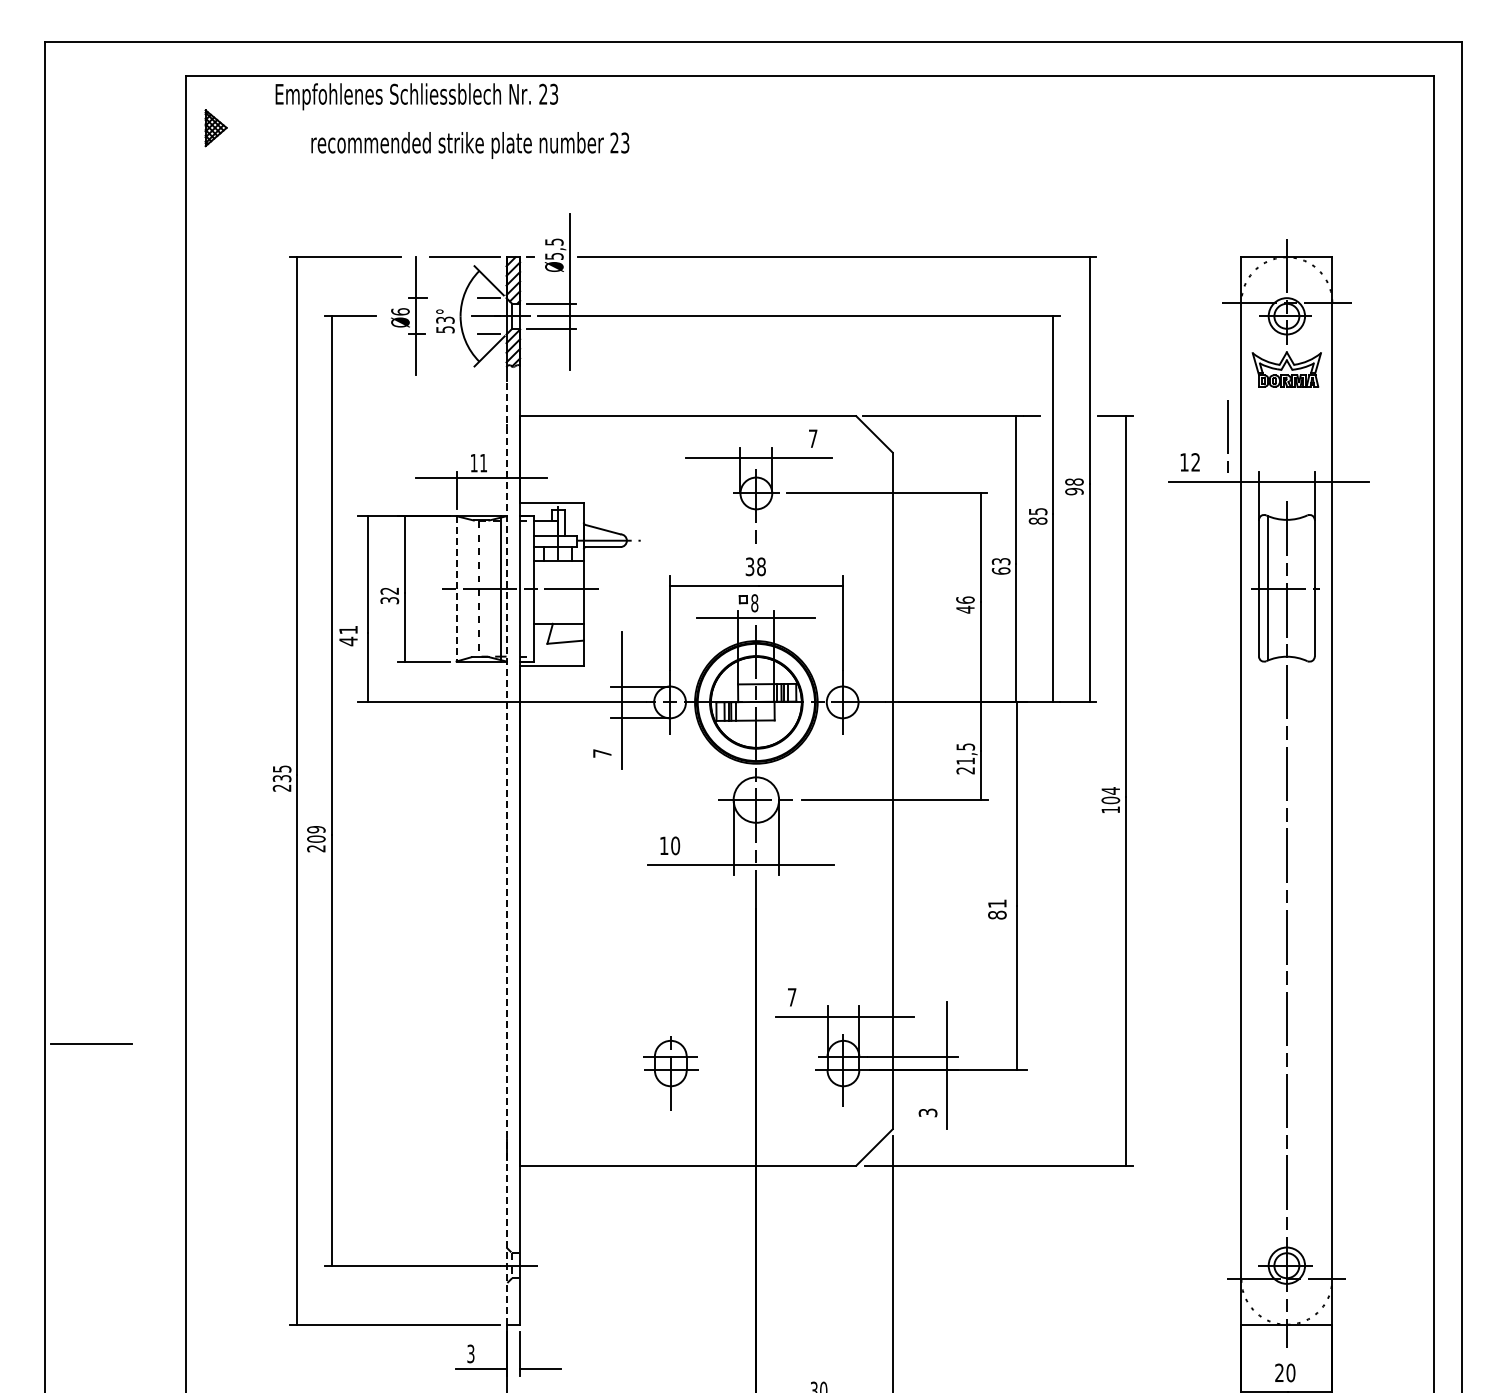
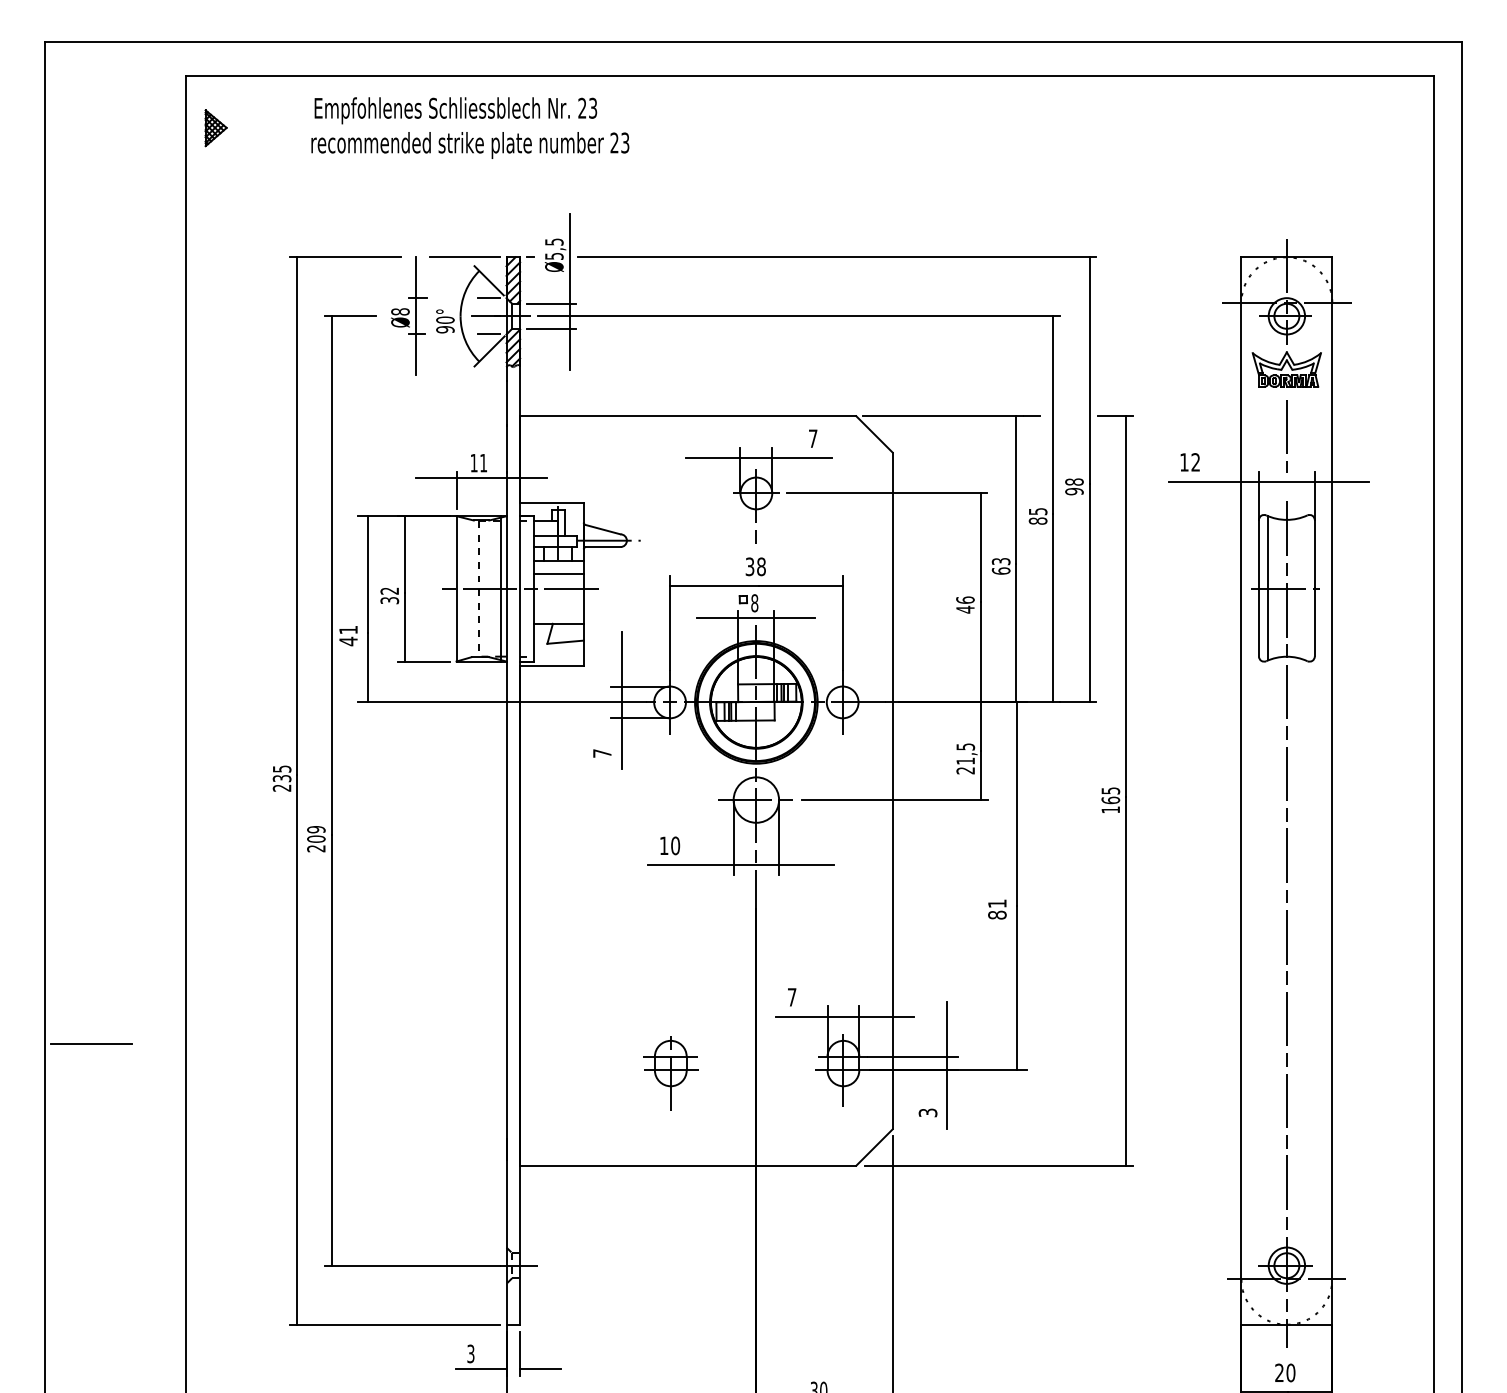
text at (416, 96) position: (416, 96) -> (455, 110)
text at (400, 311): Ø6 -> Ø8
text at (445, 324): 53° -> 90°
line at (1227, 436) position: (1227, 436) -> (1286, 436)
line at (558, 574): none -> present
line at (456, 588): dashed -> solid
text at (1110, 795): 104 -> 165
line at (506, 852): dashed -> solid
